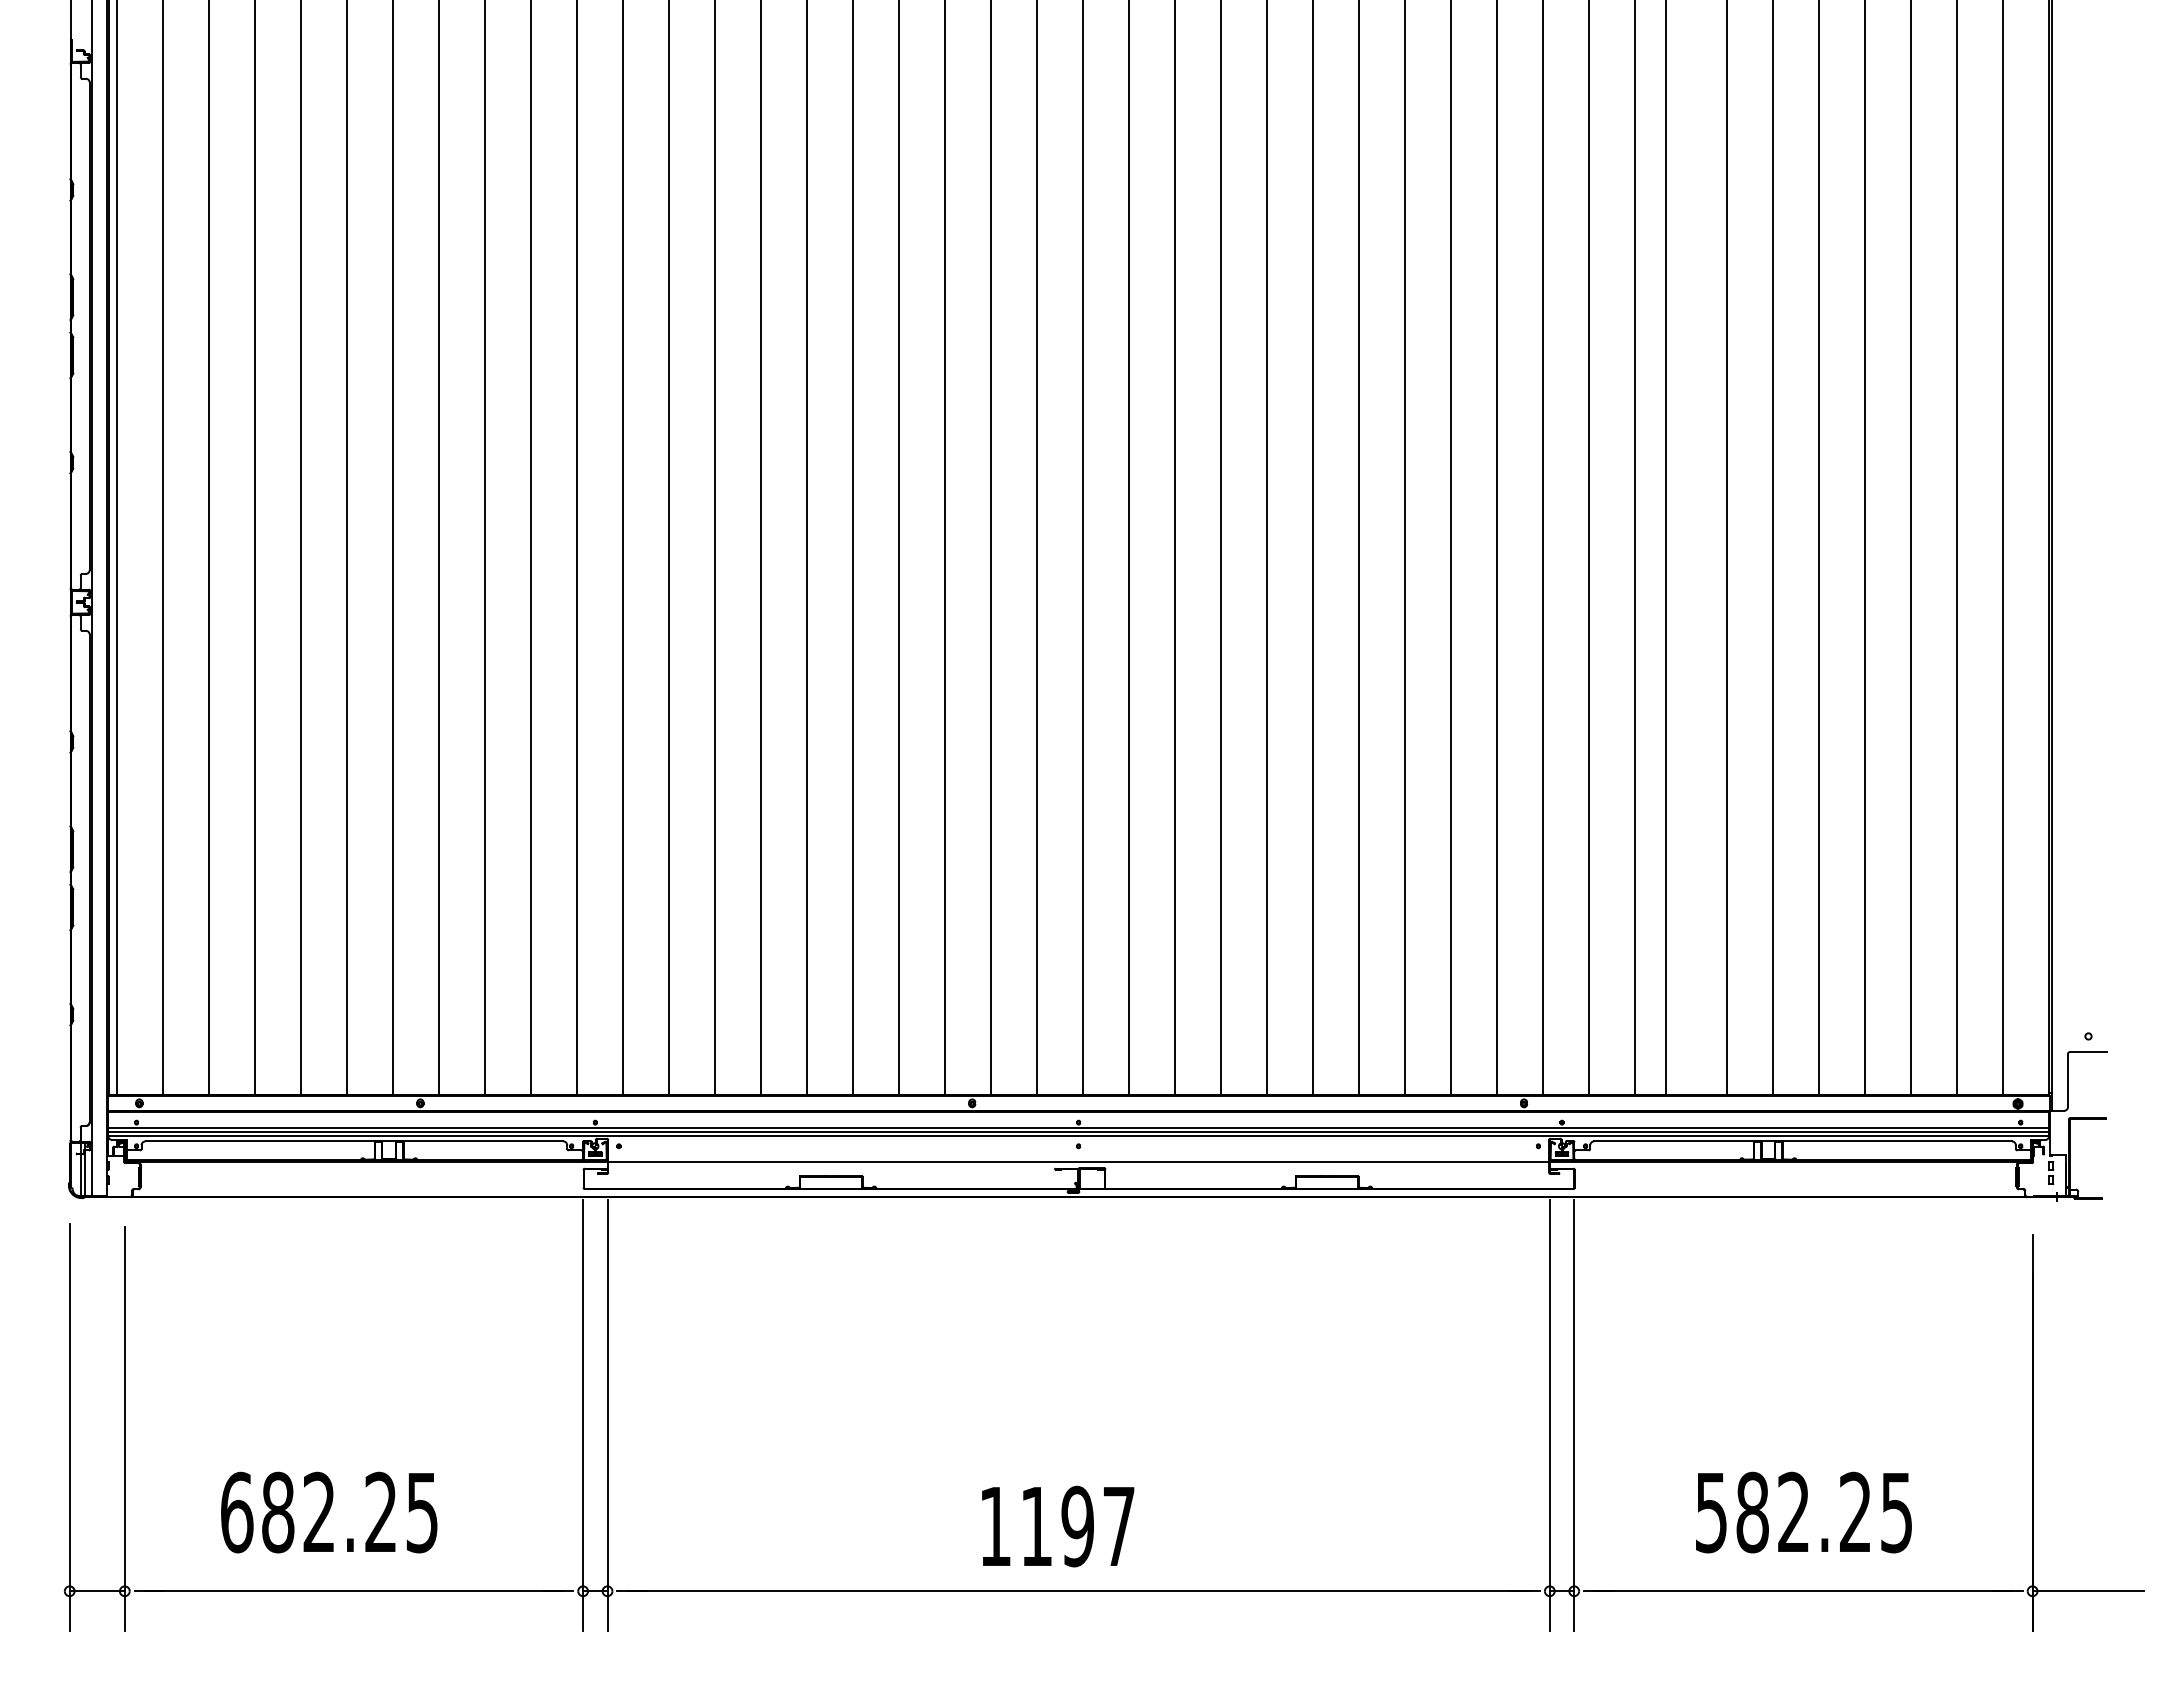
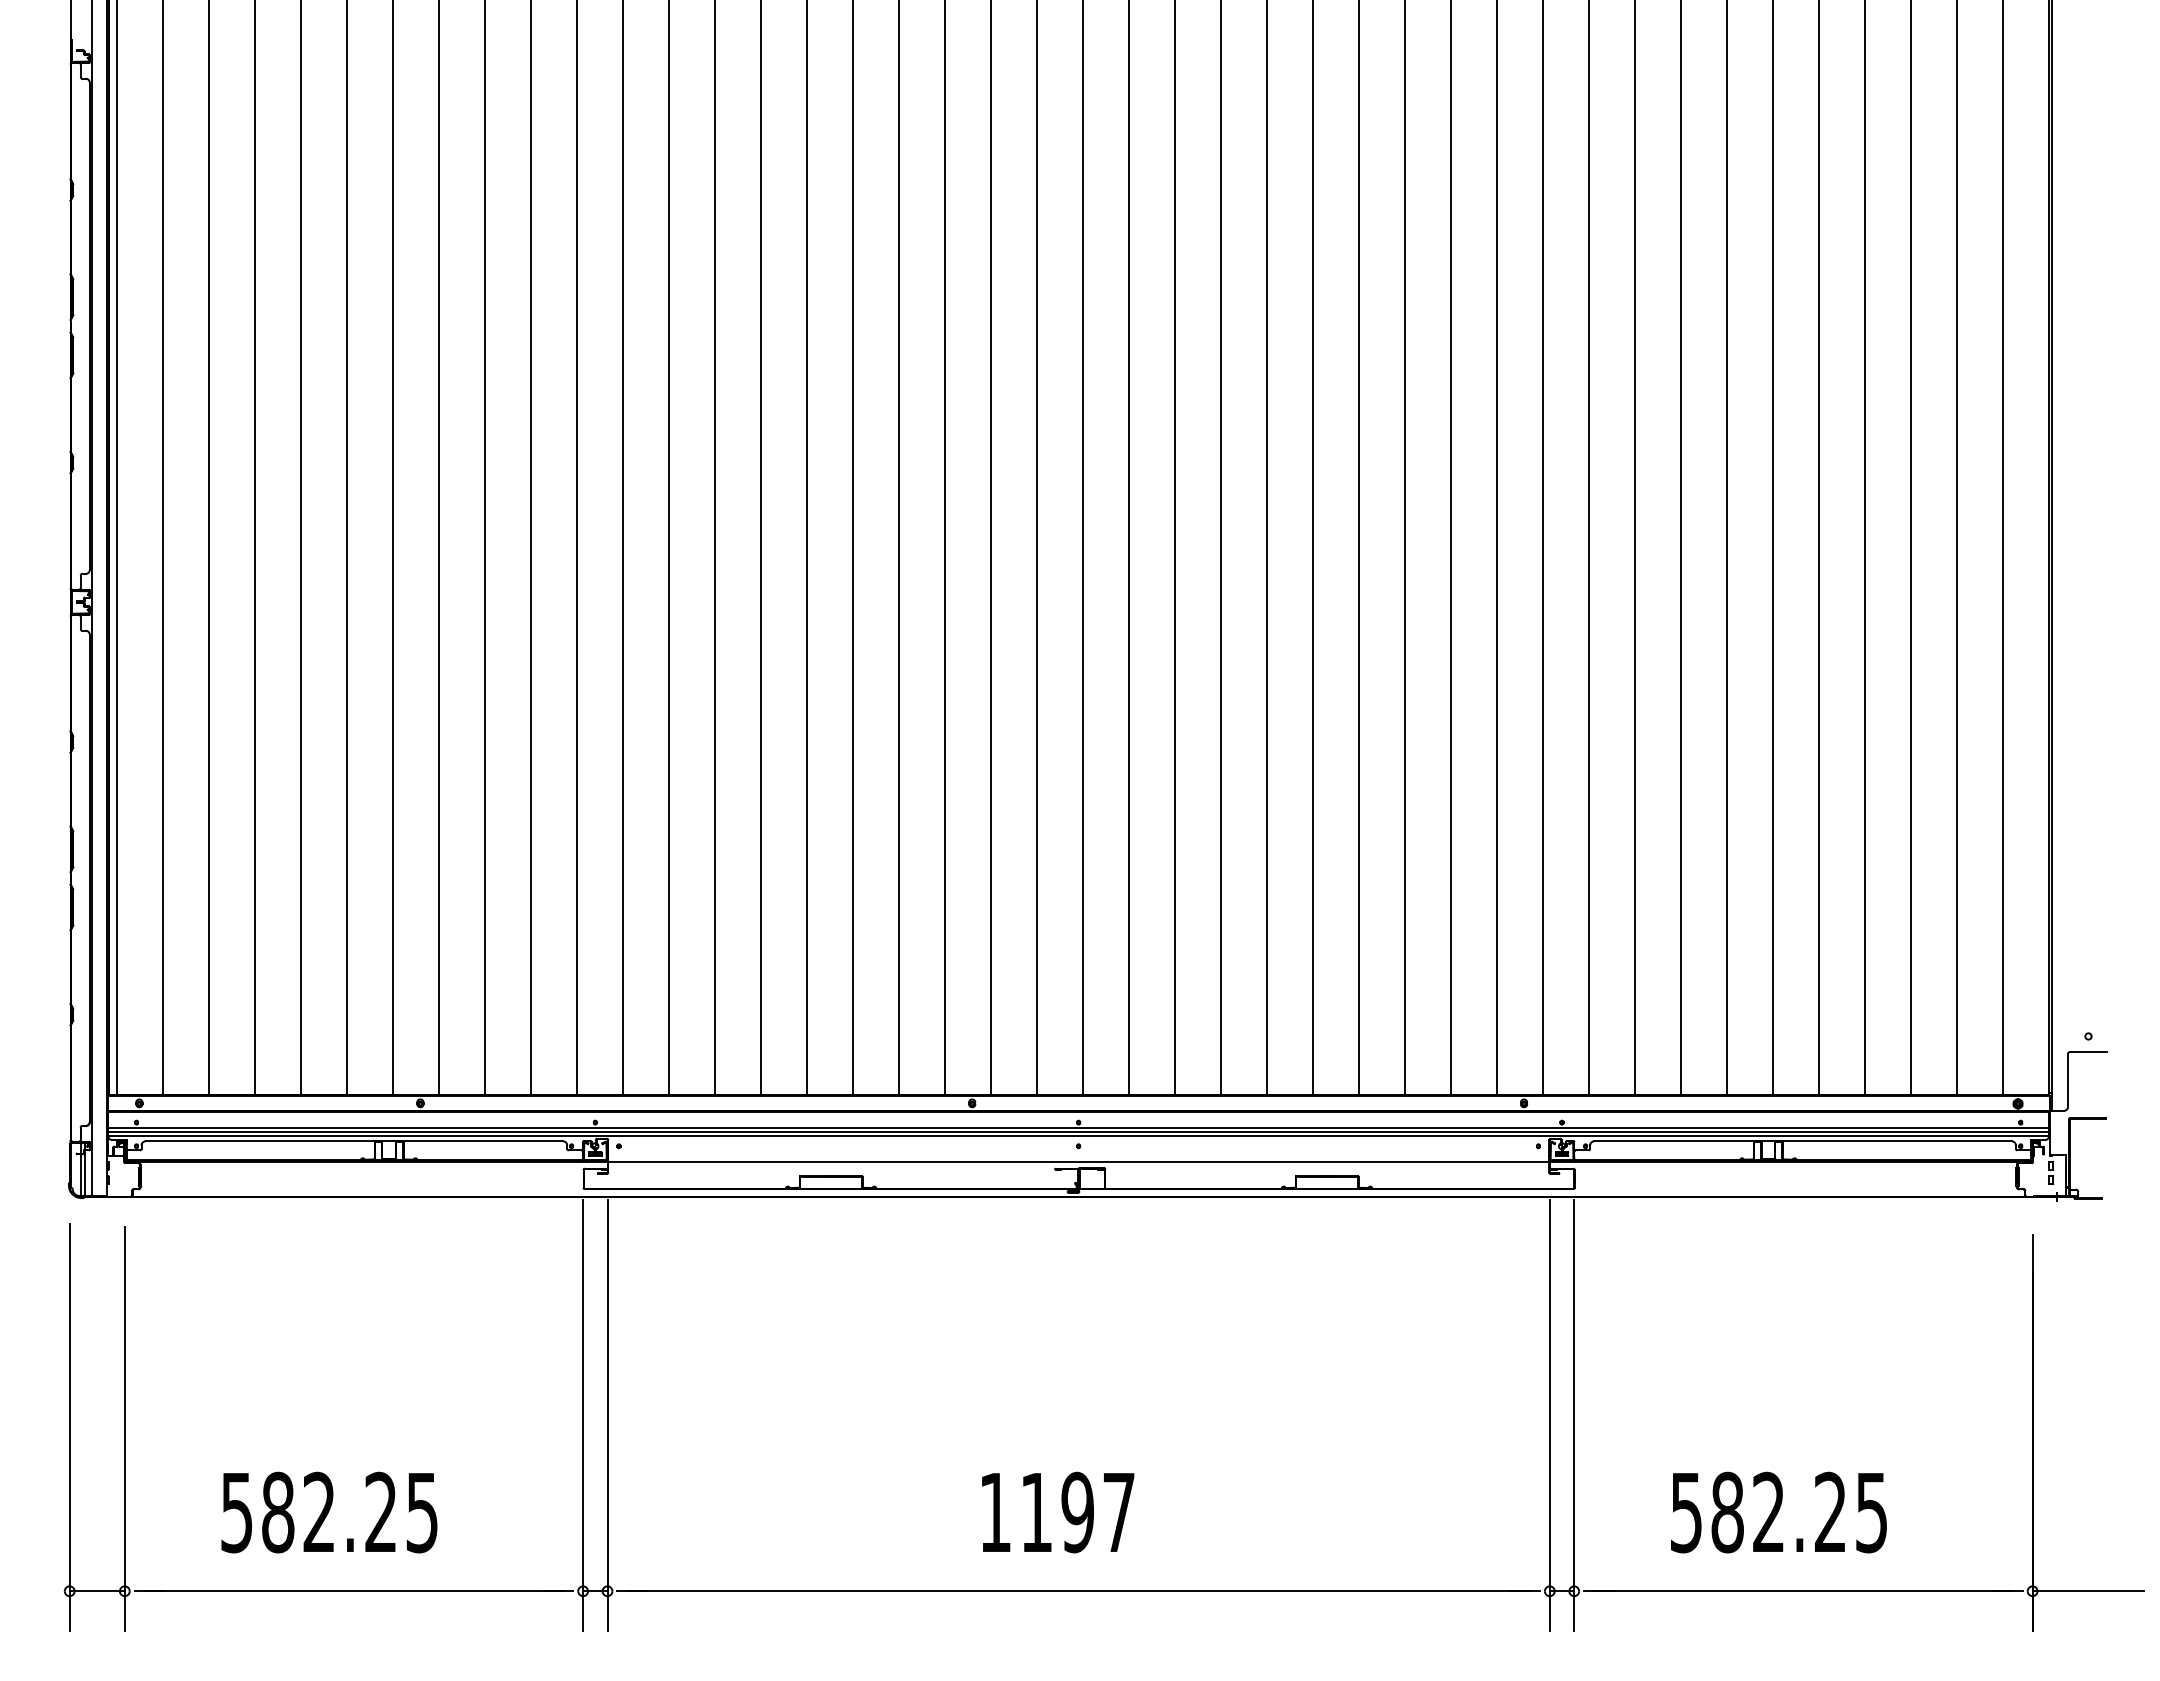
line at (1665, 548) position: (1665, 548) -> (1680, 548)
text at (237, 1512): 682.25 -> 582.25
text at (1803, 1512) position: (1803, 1512) -> (1778, 1512)
text at (1058, 1526) position: (1058, 1526) -> (1058, 1512)
